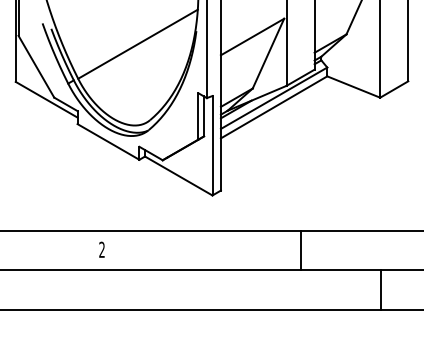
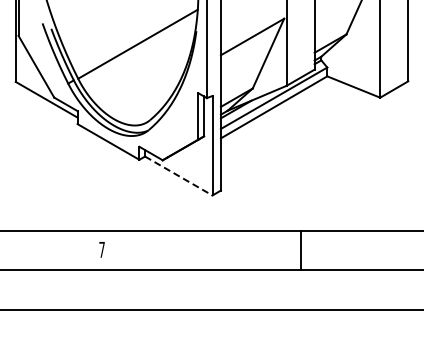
line at (178, 176): solid -> dashed
text at (101, 249): 2 -> 7
line at (380, 290): present -> none
